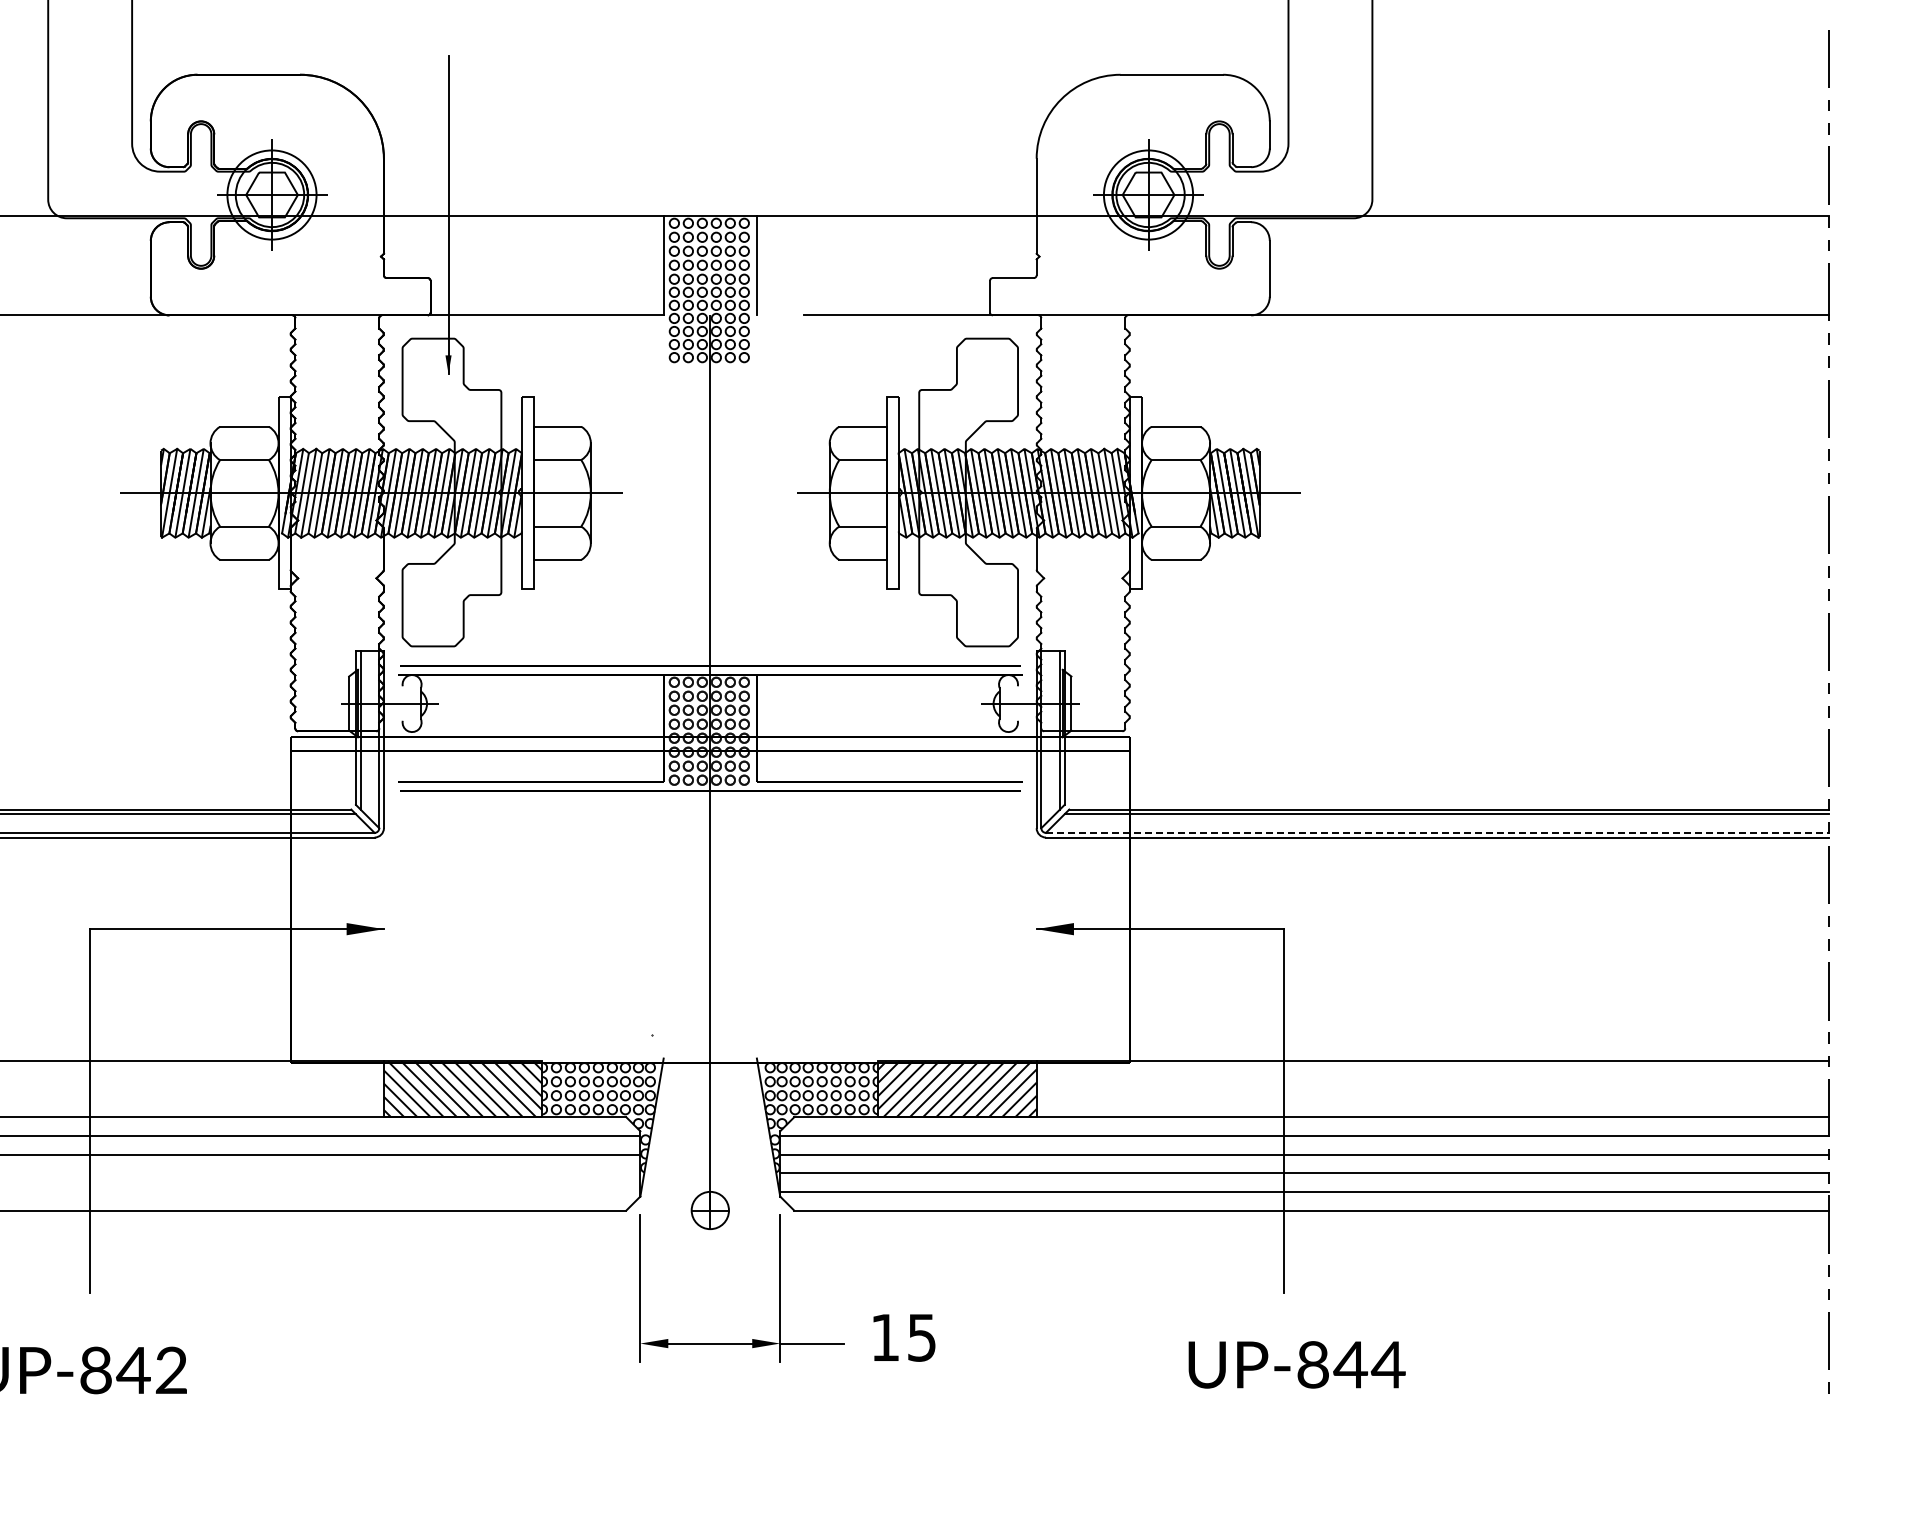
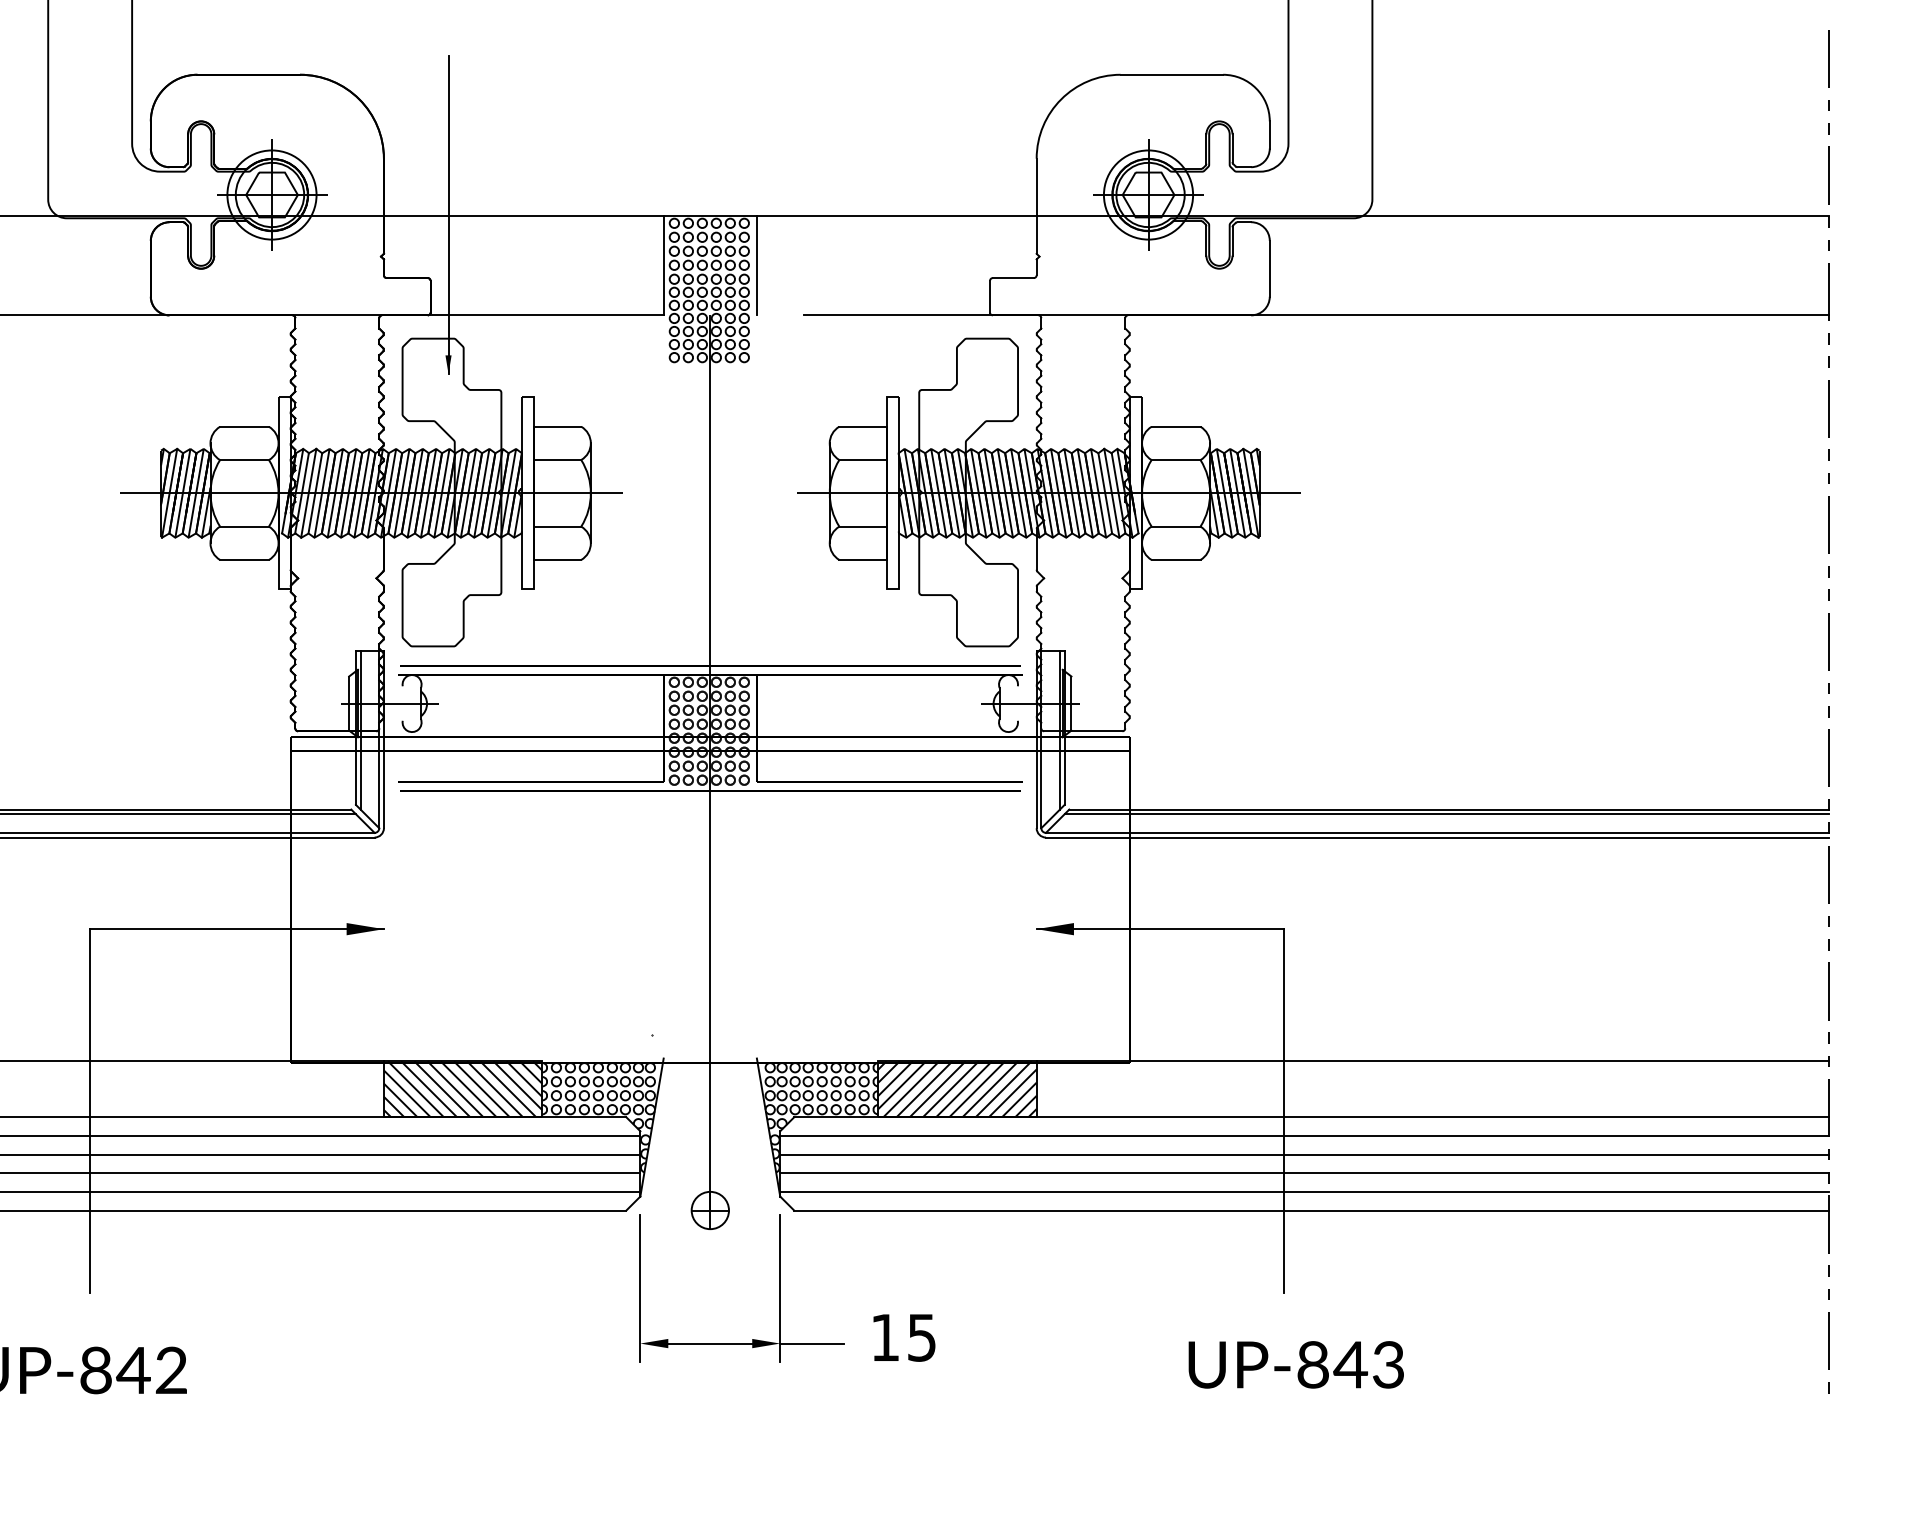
line at (1437, 832): dashed -> solid
line at (321, 1173): none -> present
line at (321, 1191): none -> present
text at (1387, 1364): UP-844 -> UP-843
